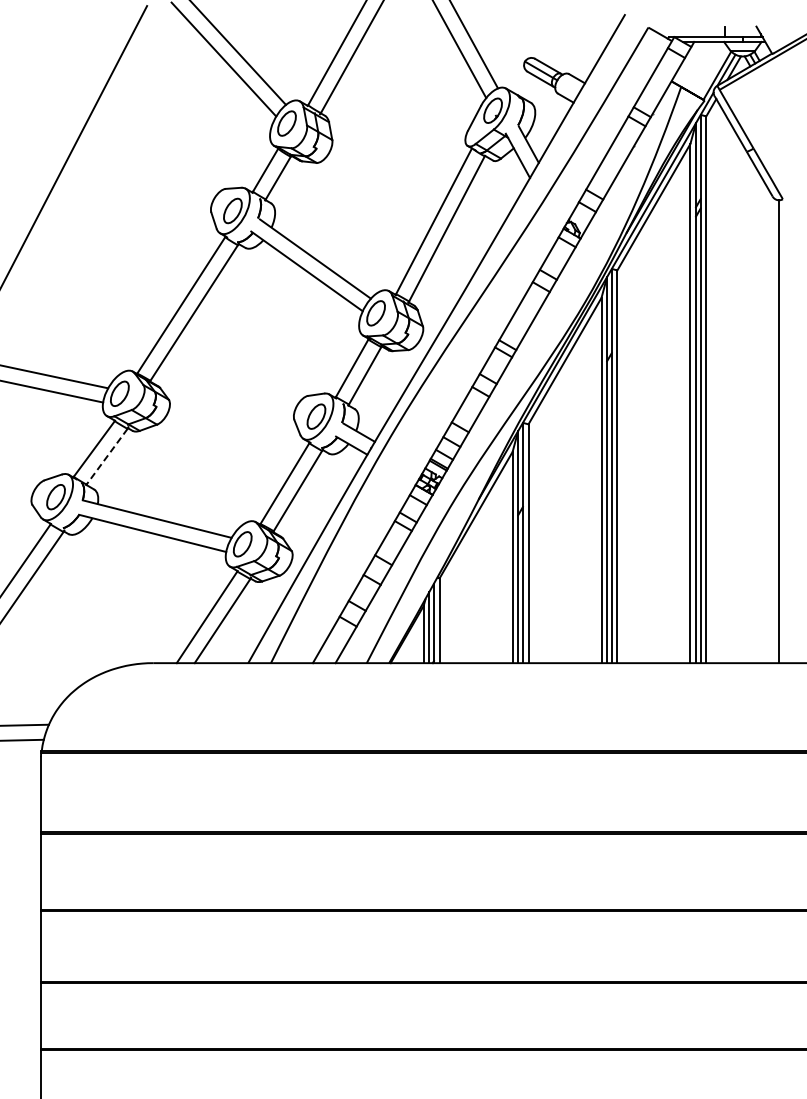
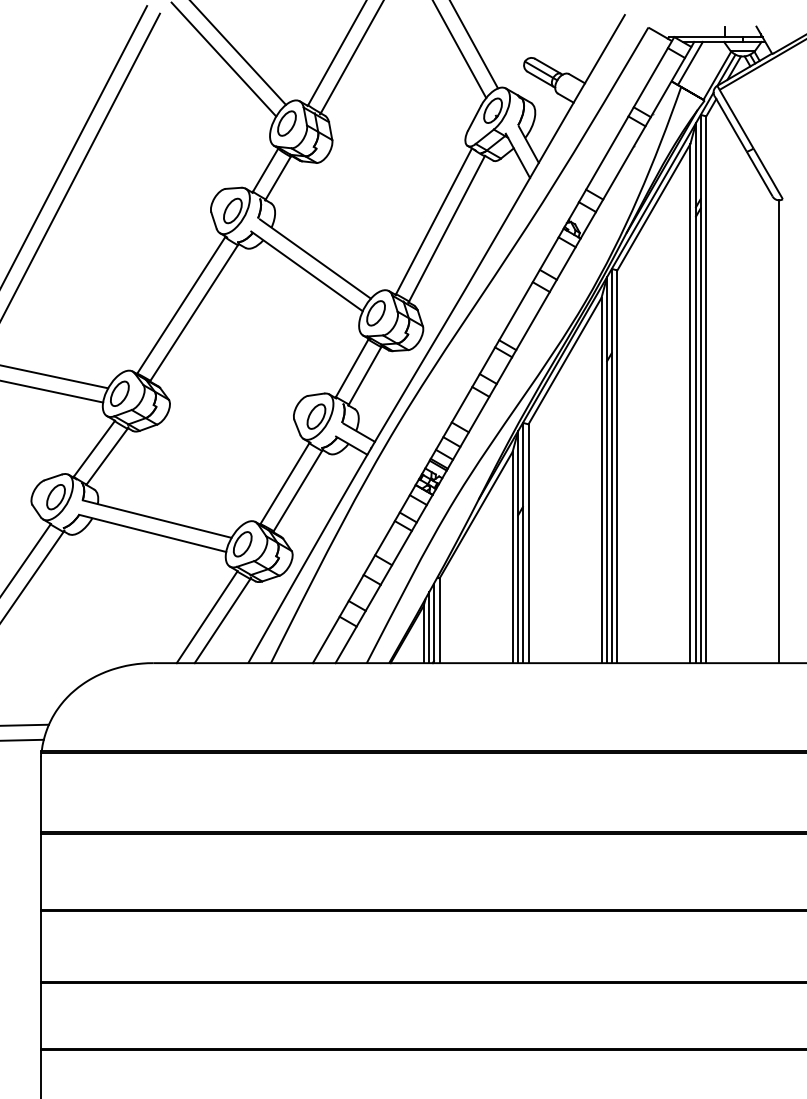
line at (689, 63): none -> present
line at (81, 165): none -> present
line at (107, 456): dashed -> solid
